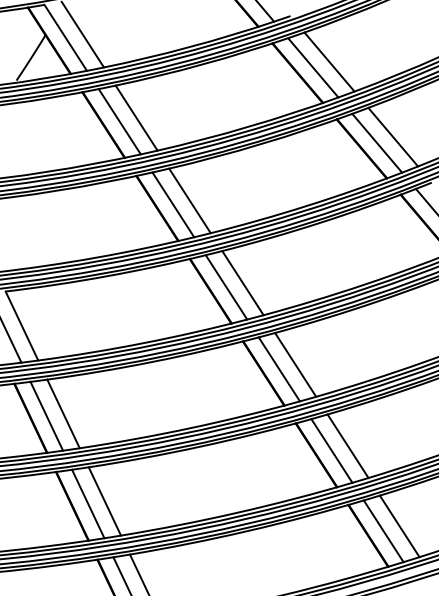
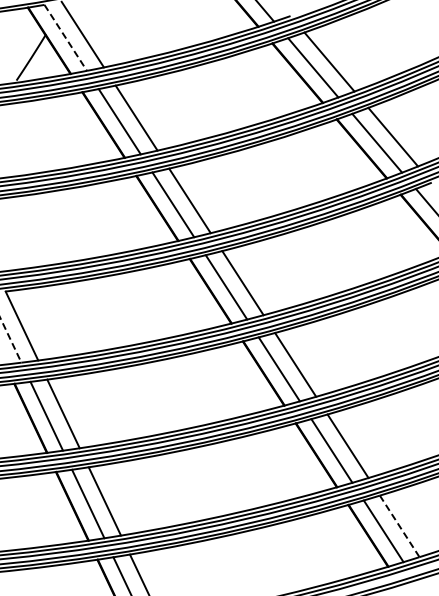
line at (66, 38): solid -> dashed
line at (10, 340): solid -> dashed
line at (399, 526): solid -> dashed
